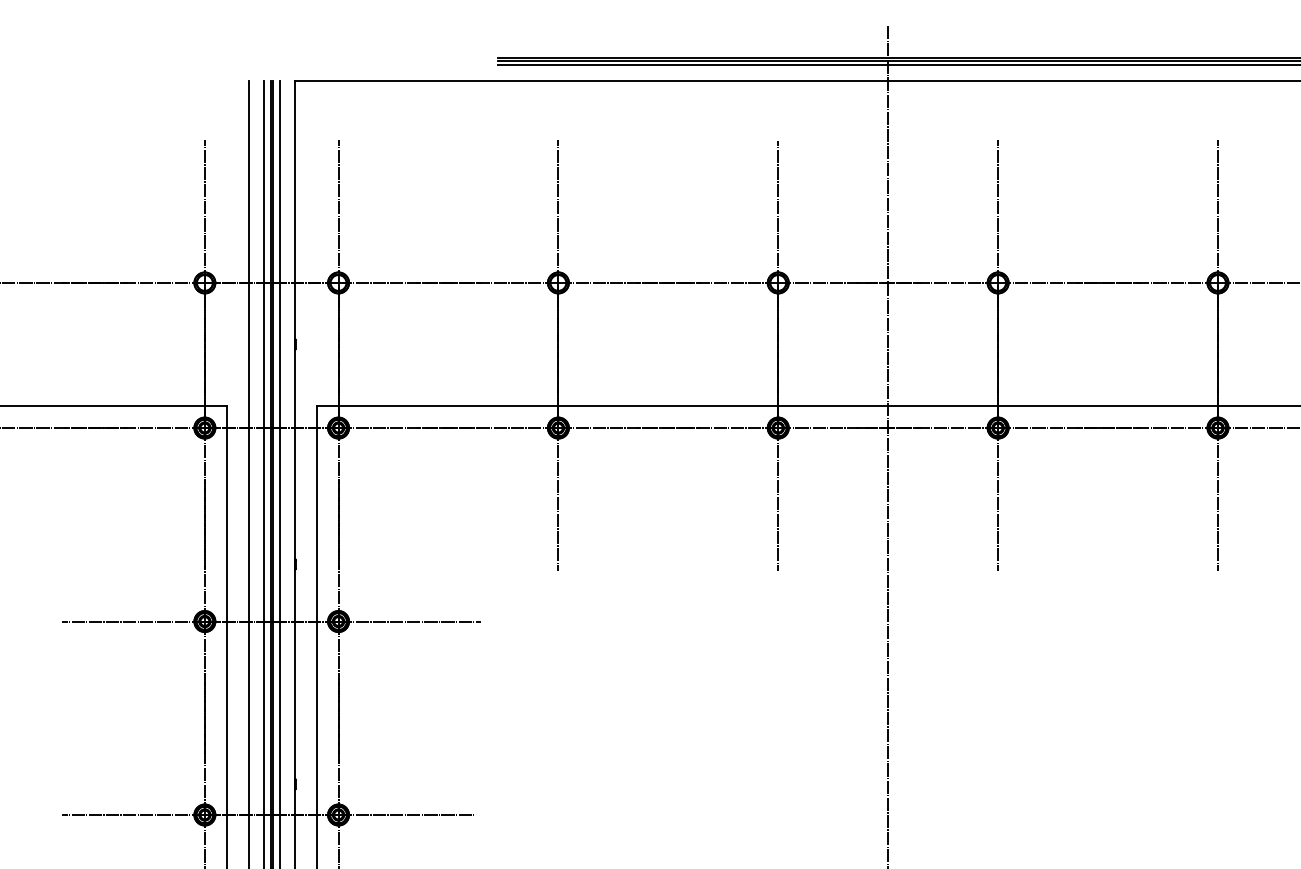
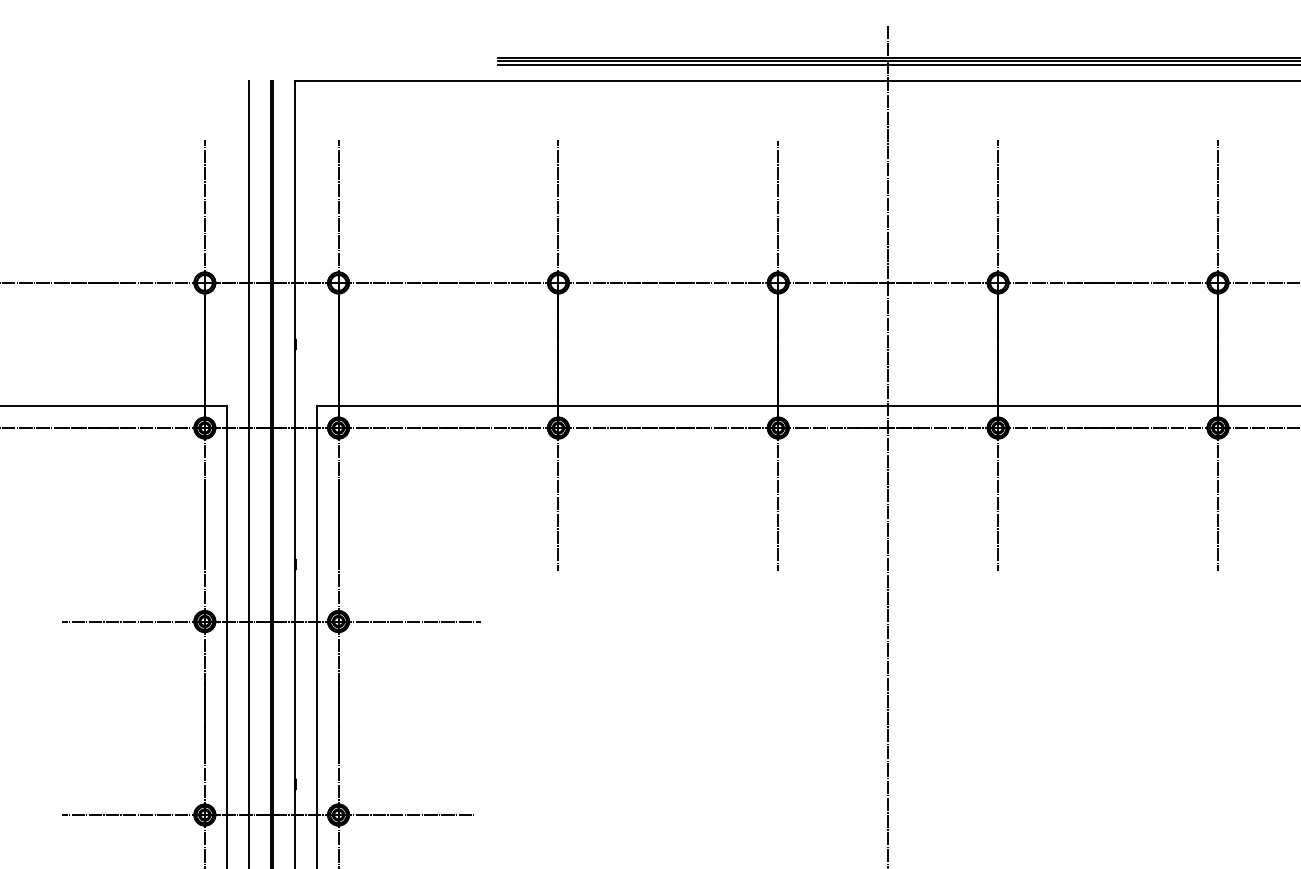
line at (263, 472): present -> none
line at (279, 472): present -> none
